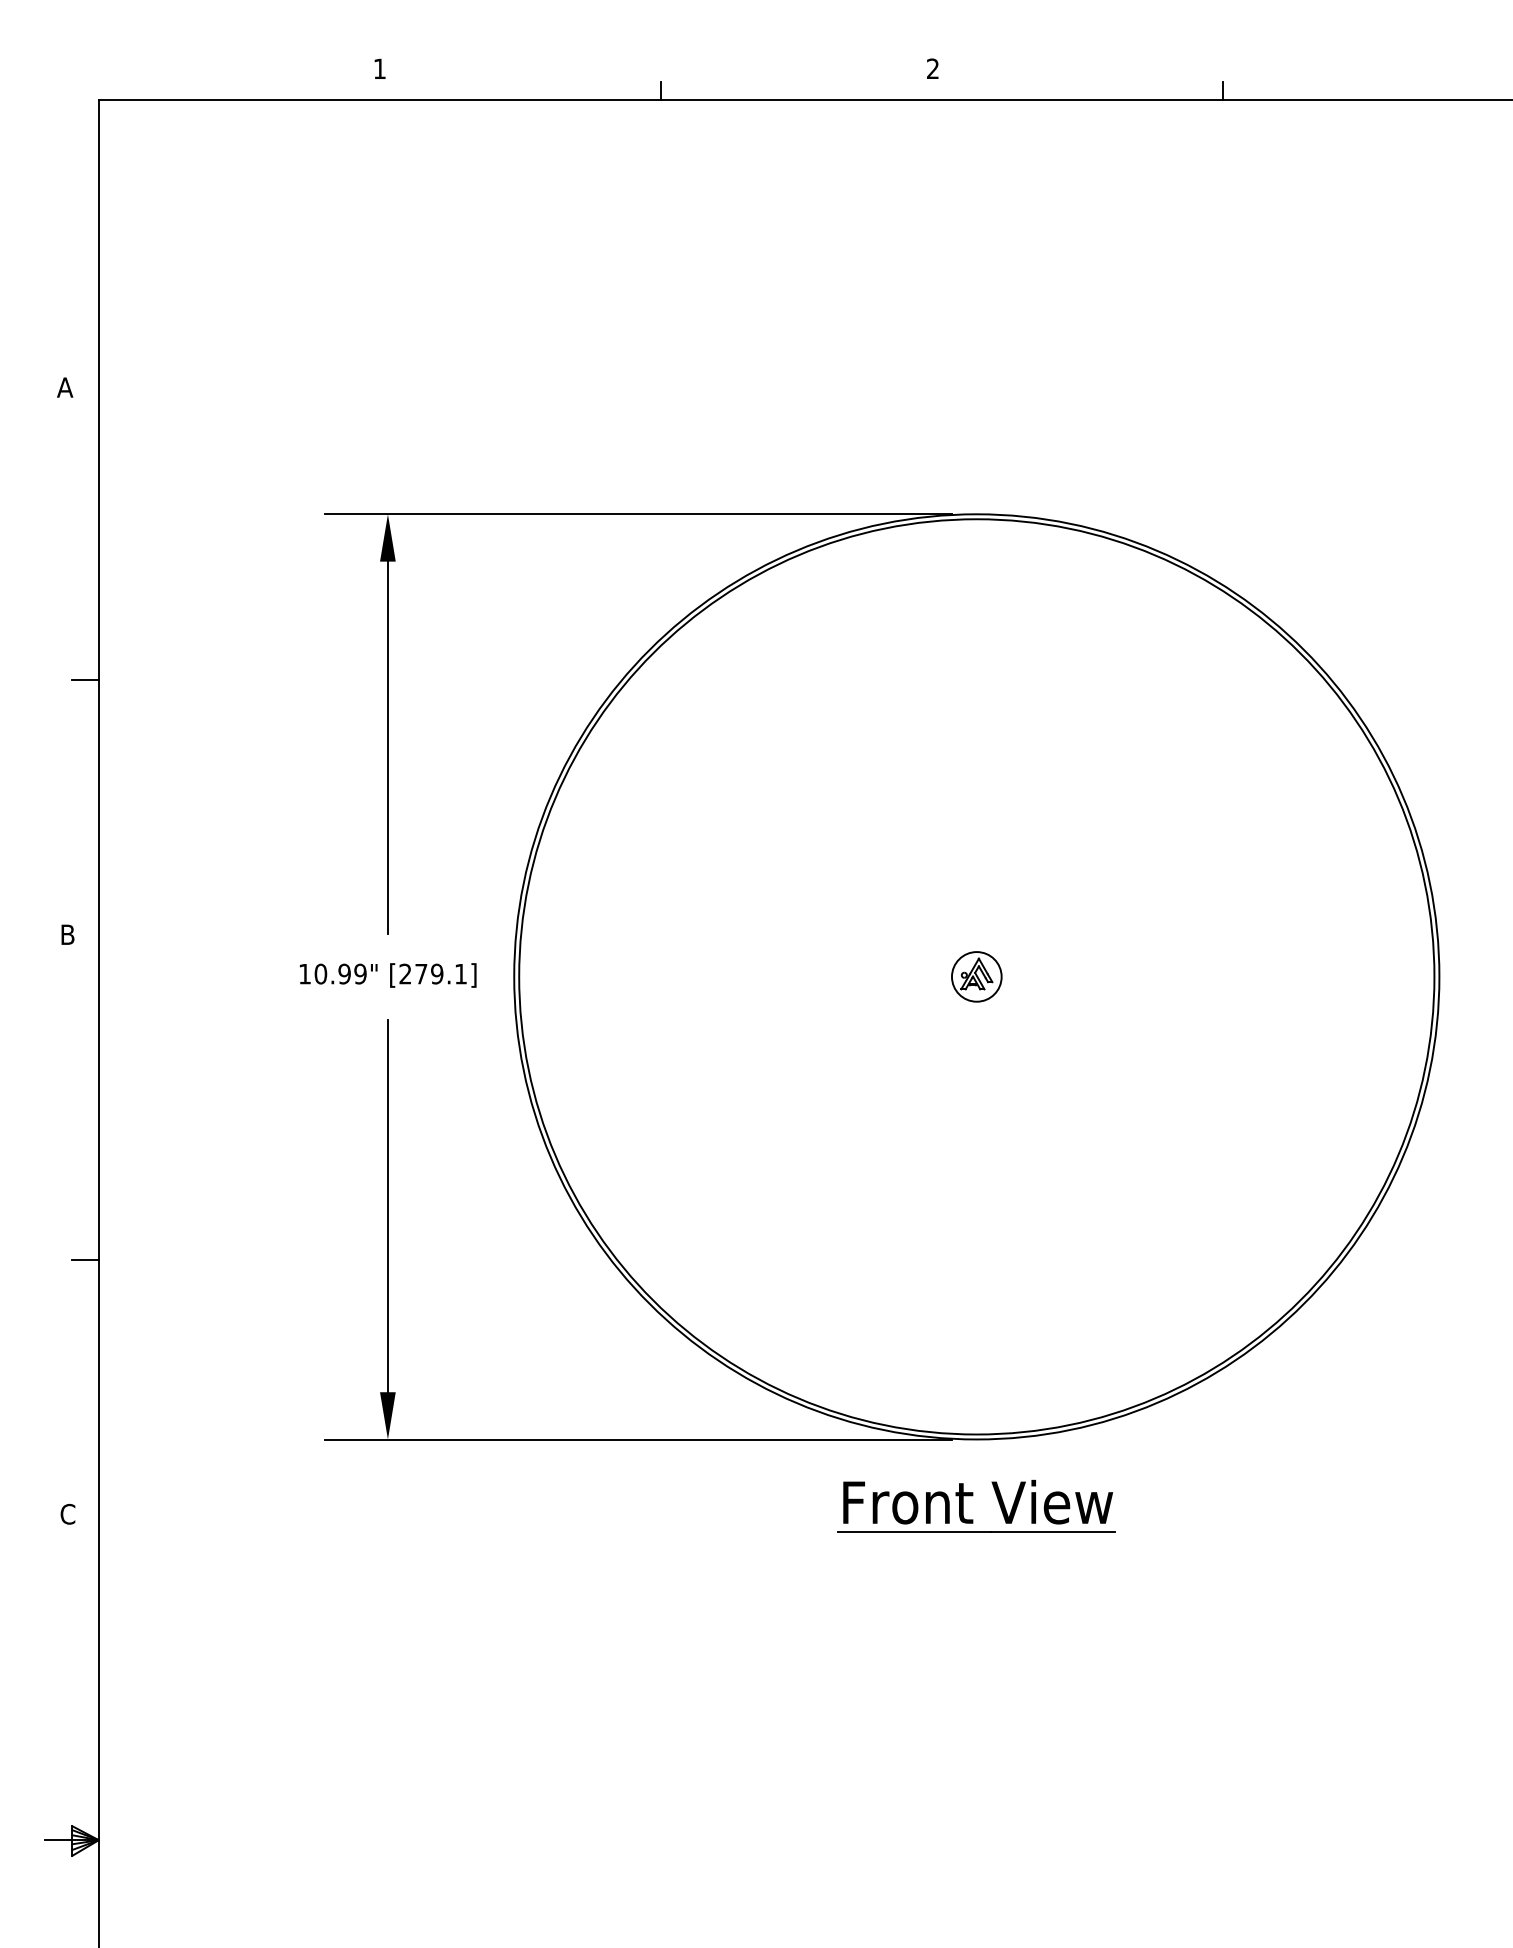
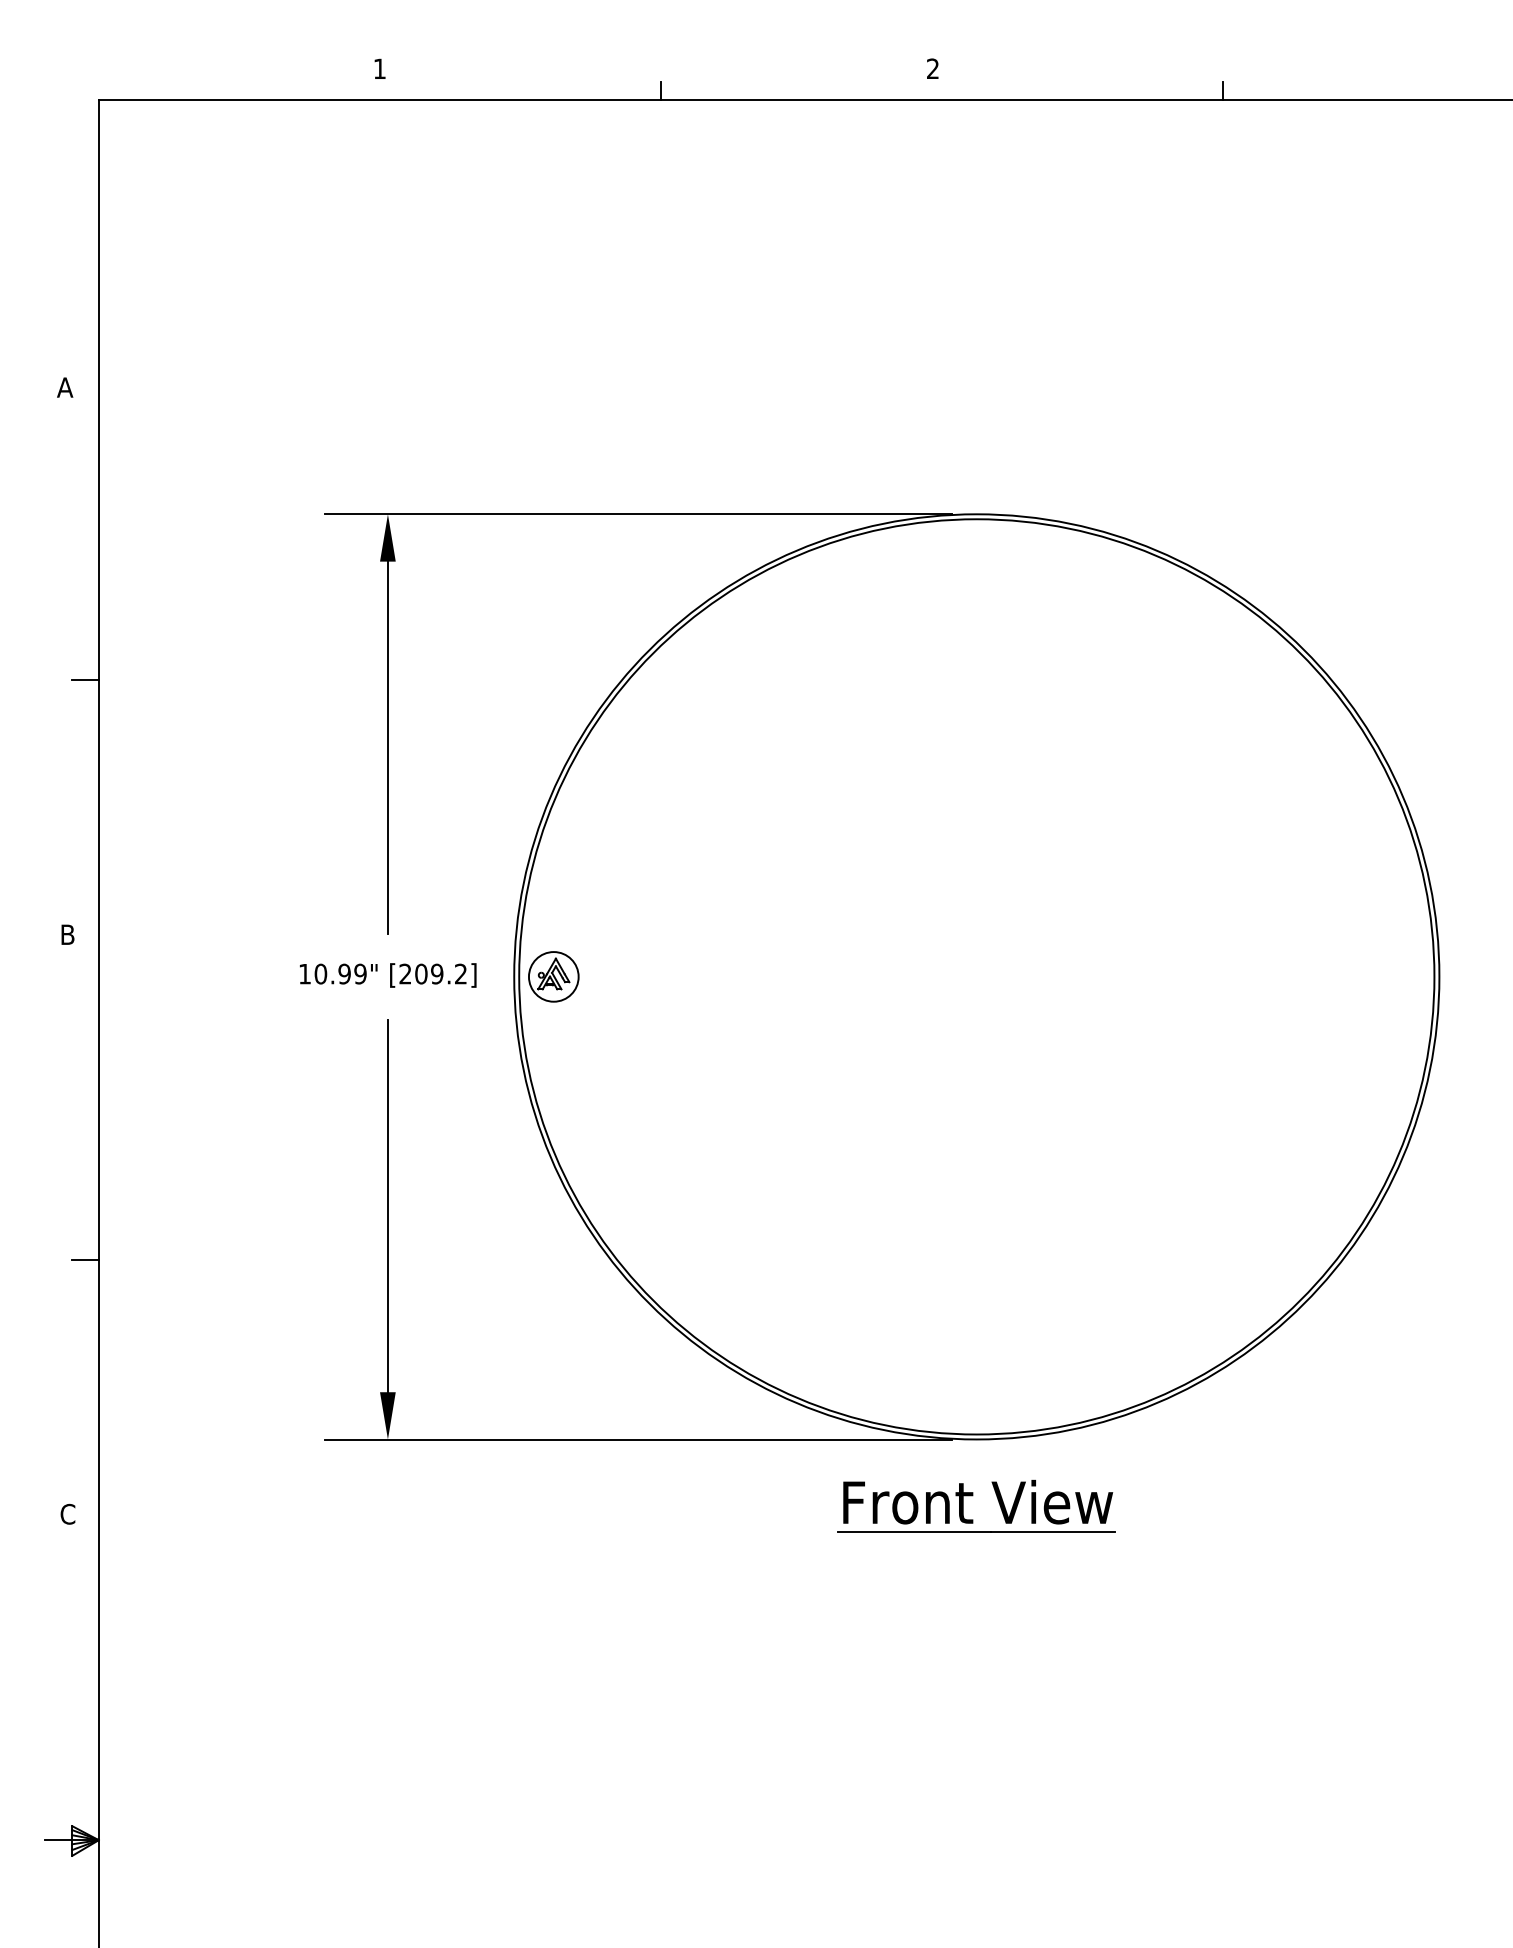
text at (440, 973): [279.1] -> [209.2]
part at (976, 976) position: (976, 976) -> (553, 976)
